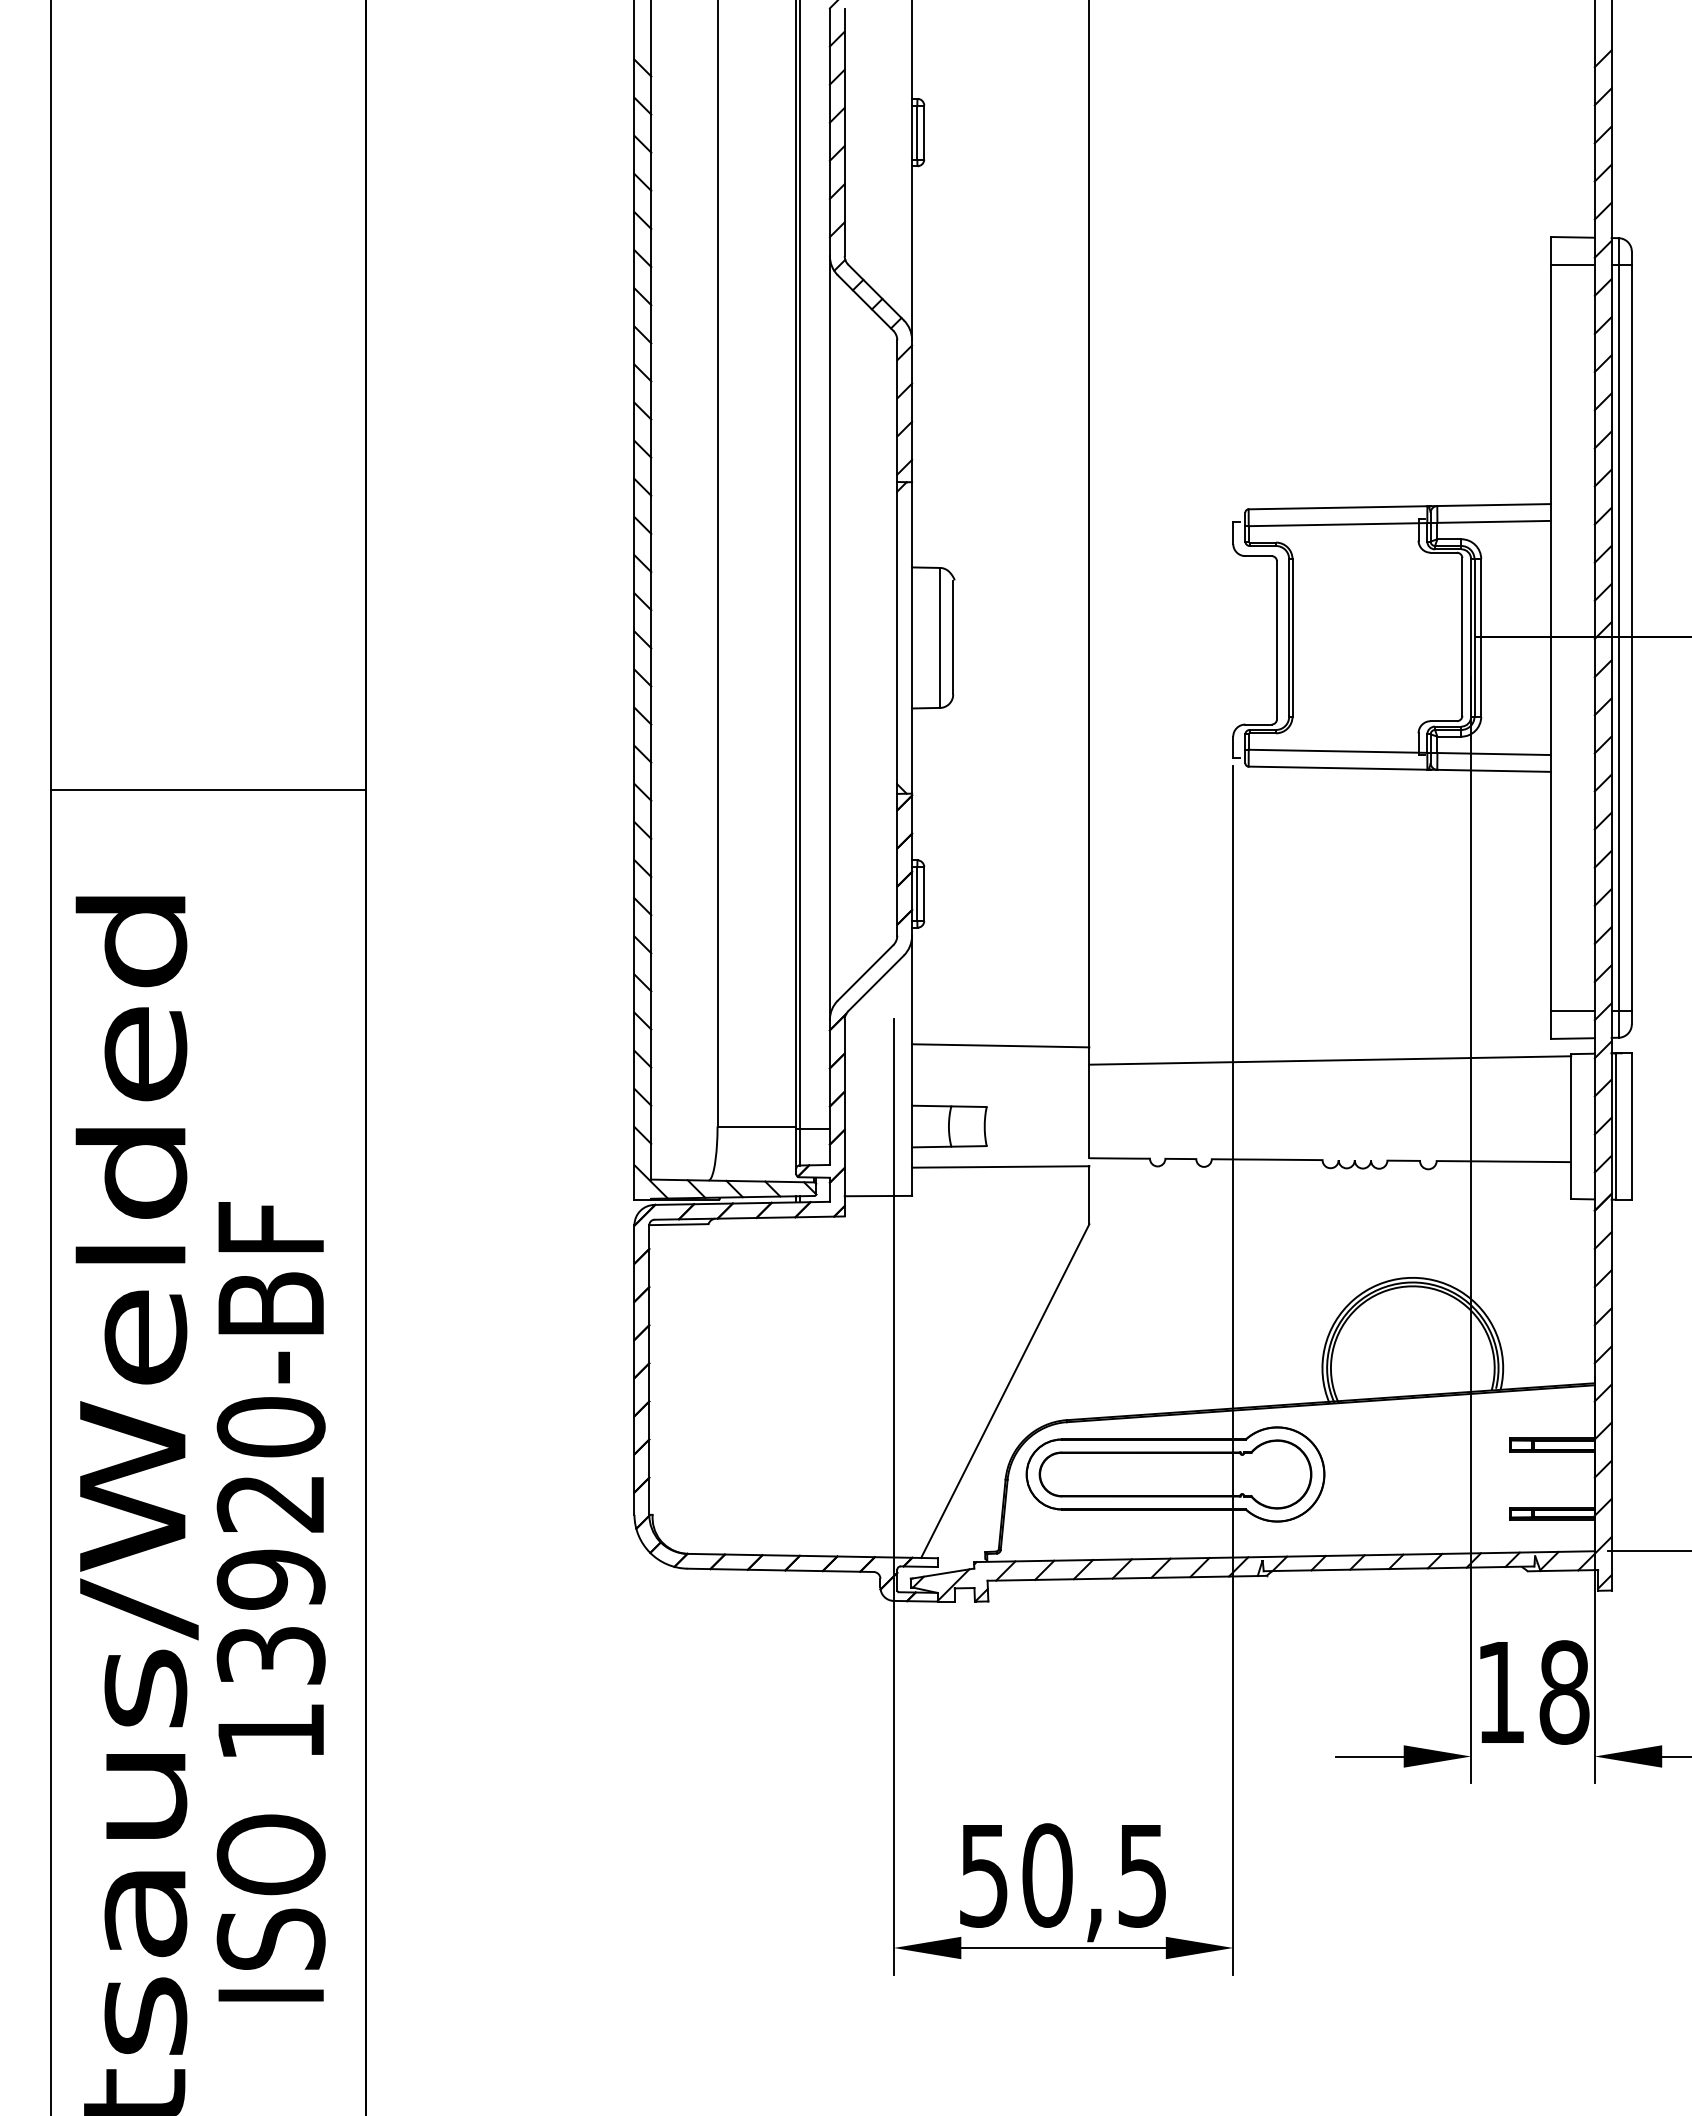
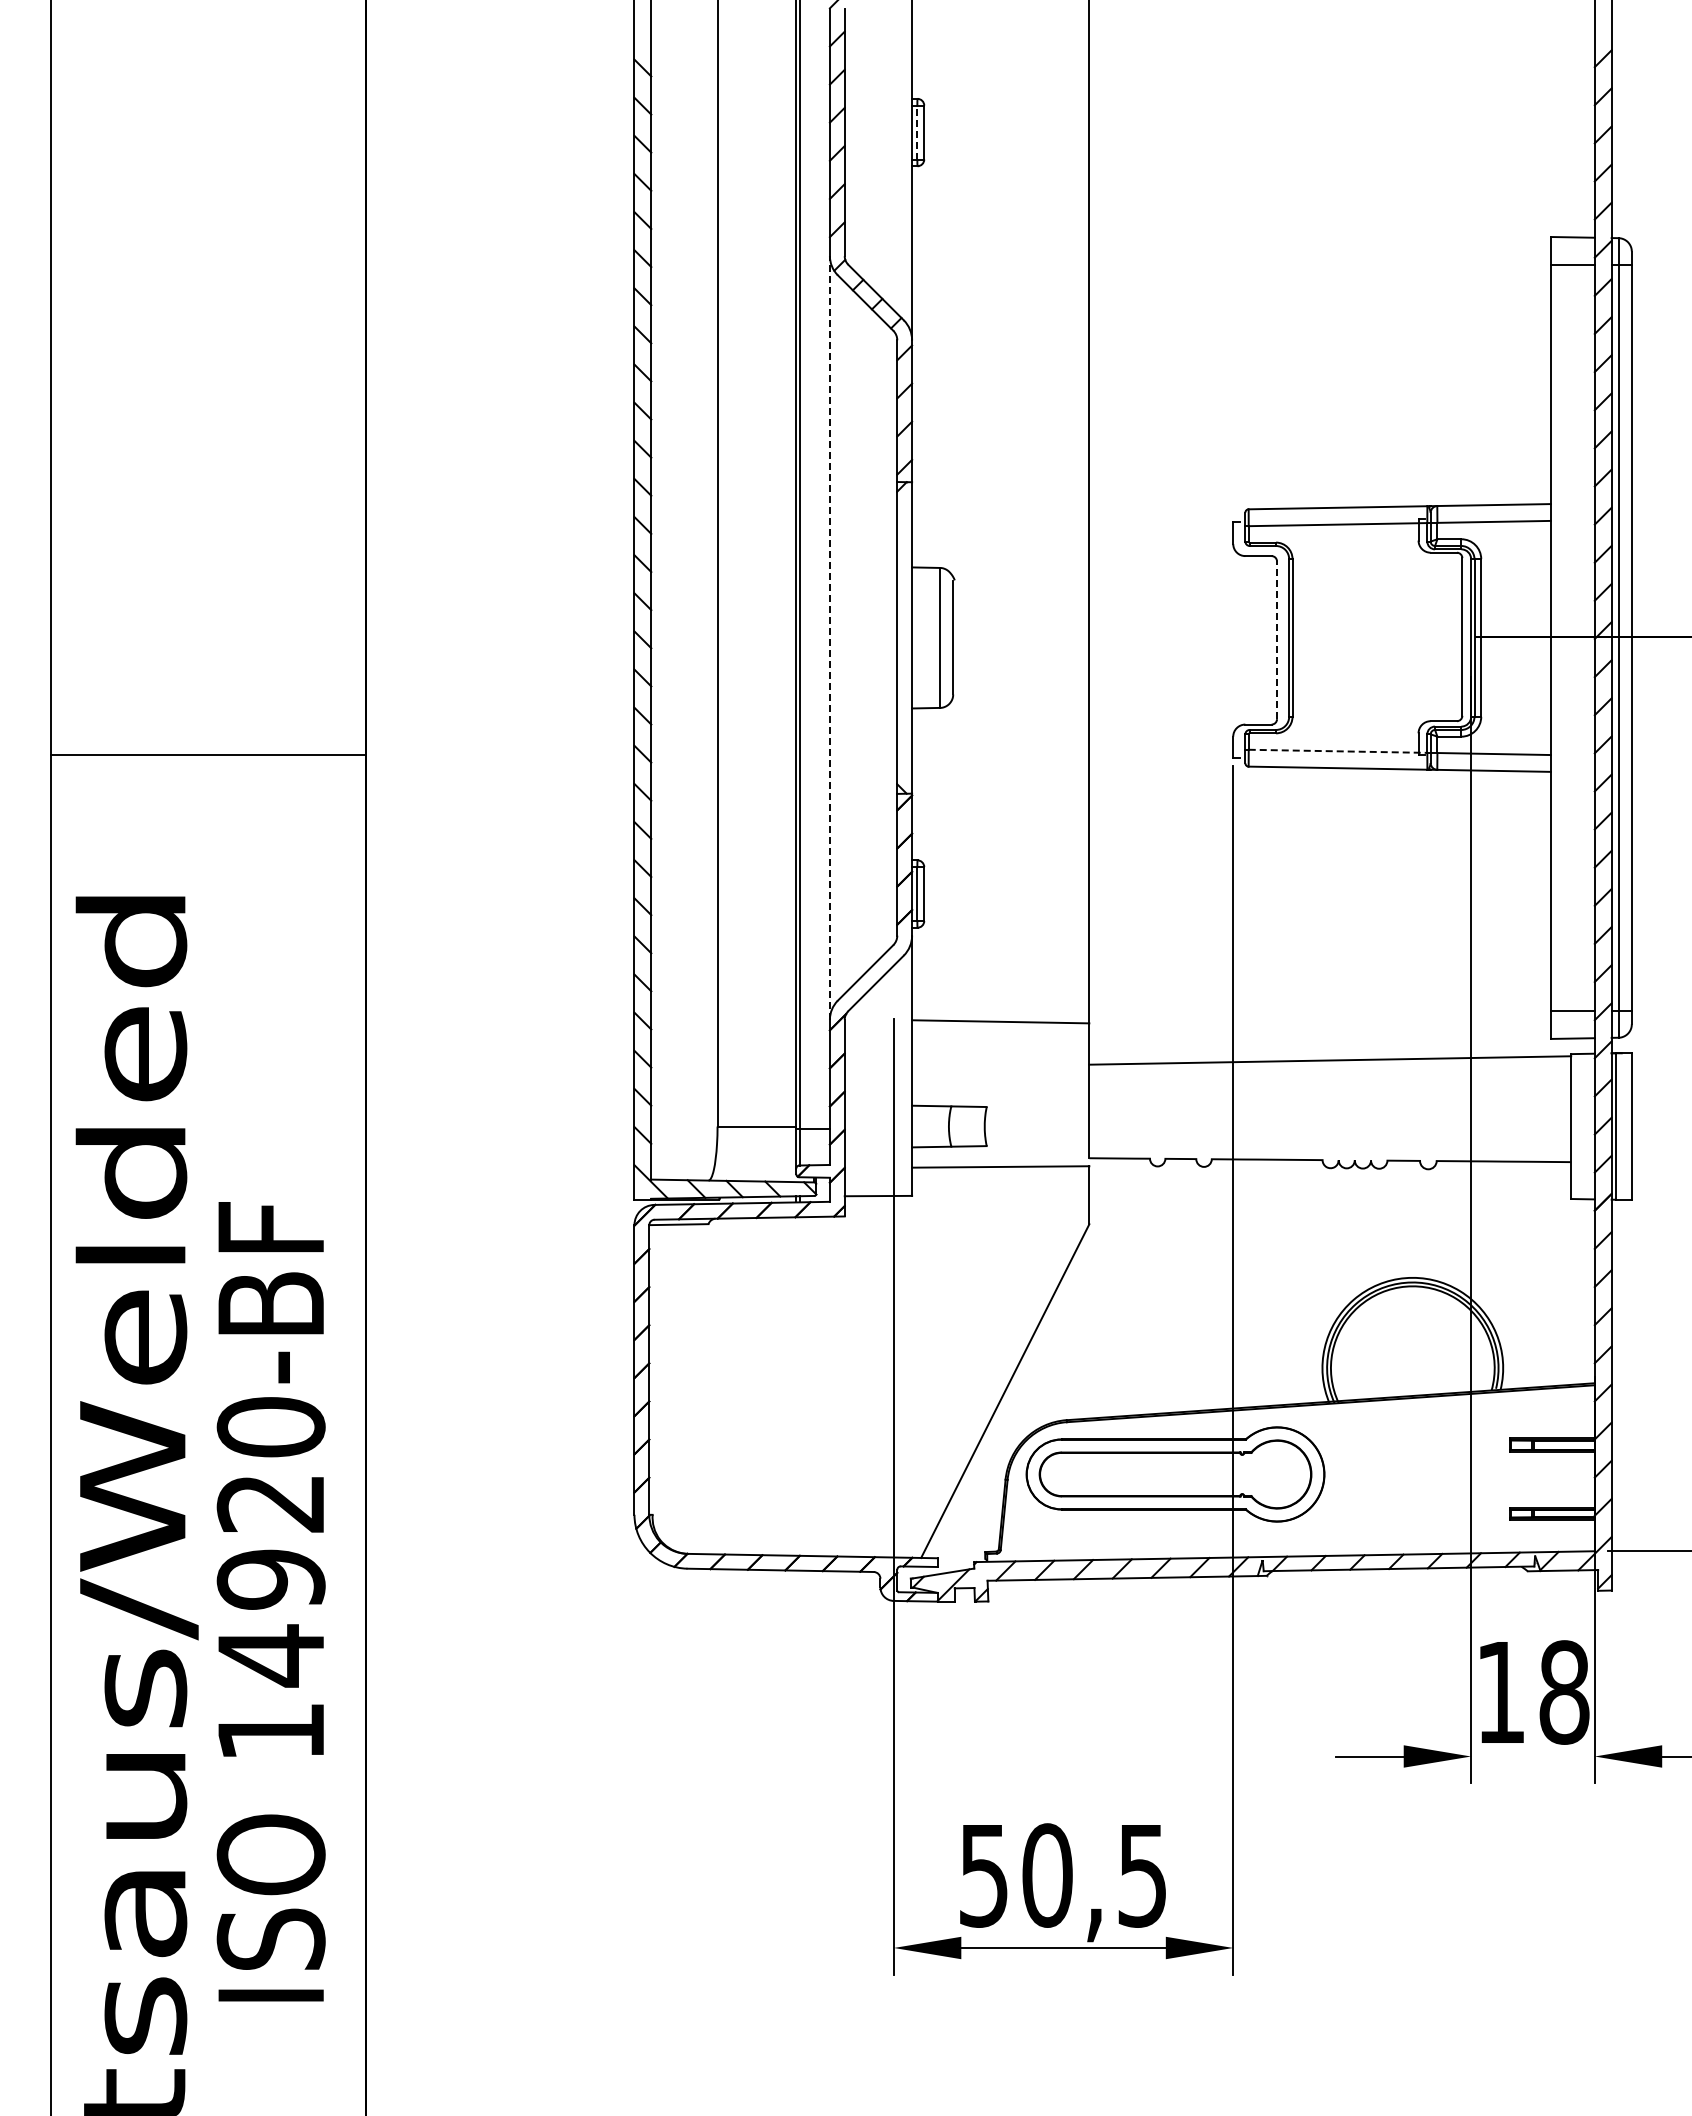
line at (917, 132): solid -> dashed
line at (829, 637): solid -> dashed
line at (1277, 640): solid -> dashed
line at (1338, 751): solid -> dashed
line at (207, 789) position: (207, 789) -> (207, 754)
line at (1000, 1045) position: (1000, 1045) -> (1000, 1021)
text at (270, 1655): 13920-BF -> 14920-BF
